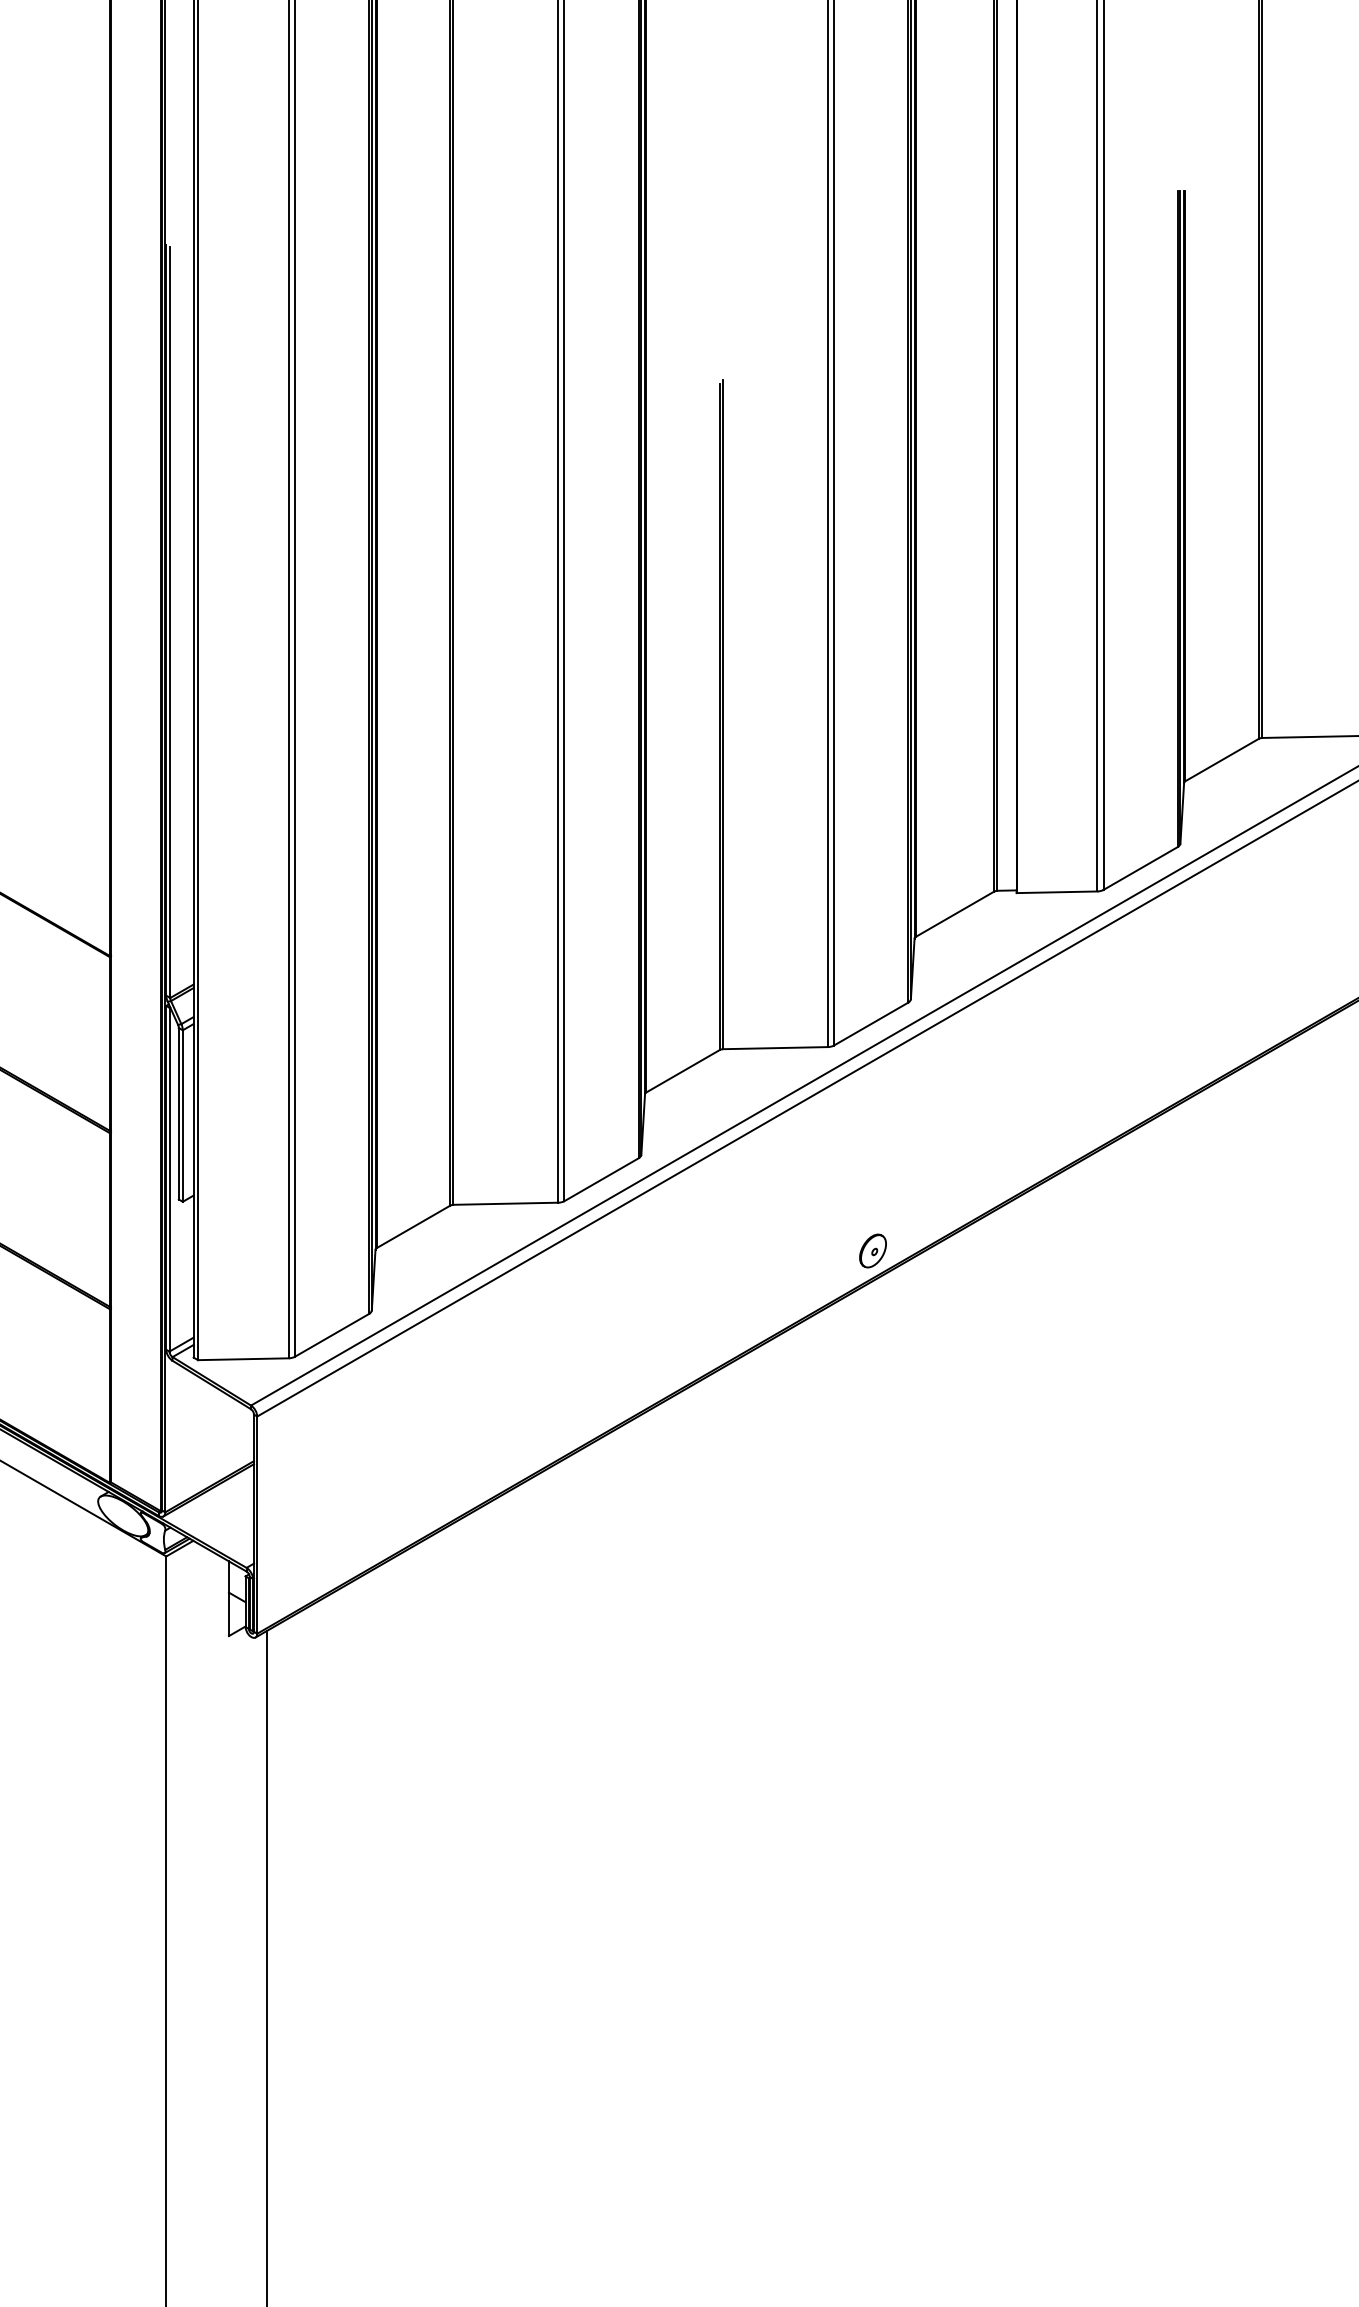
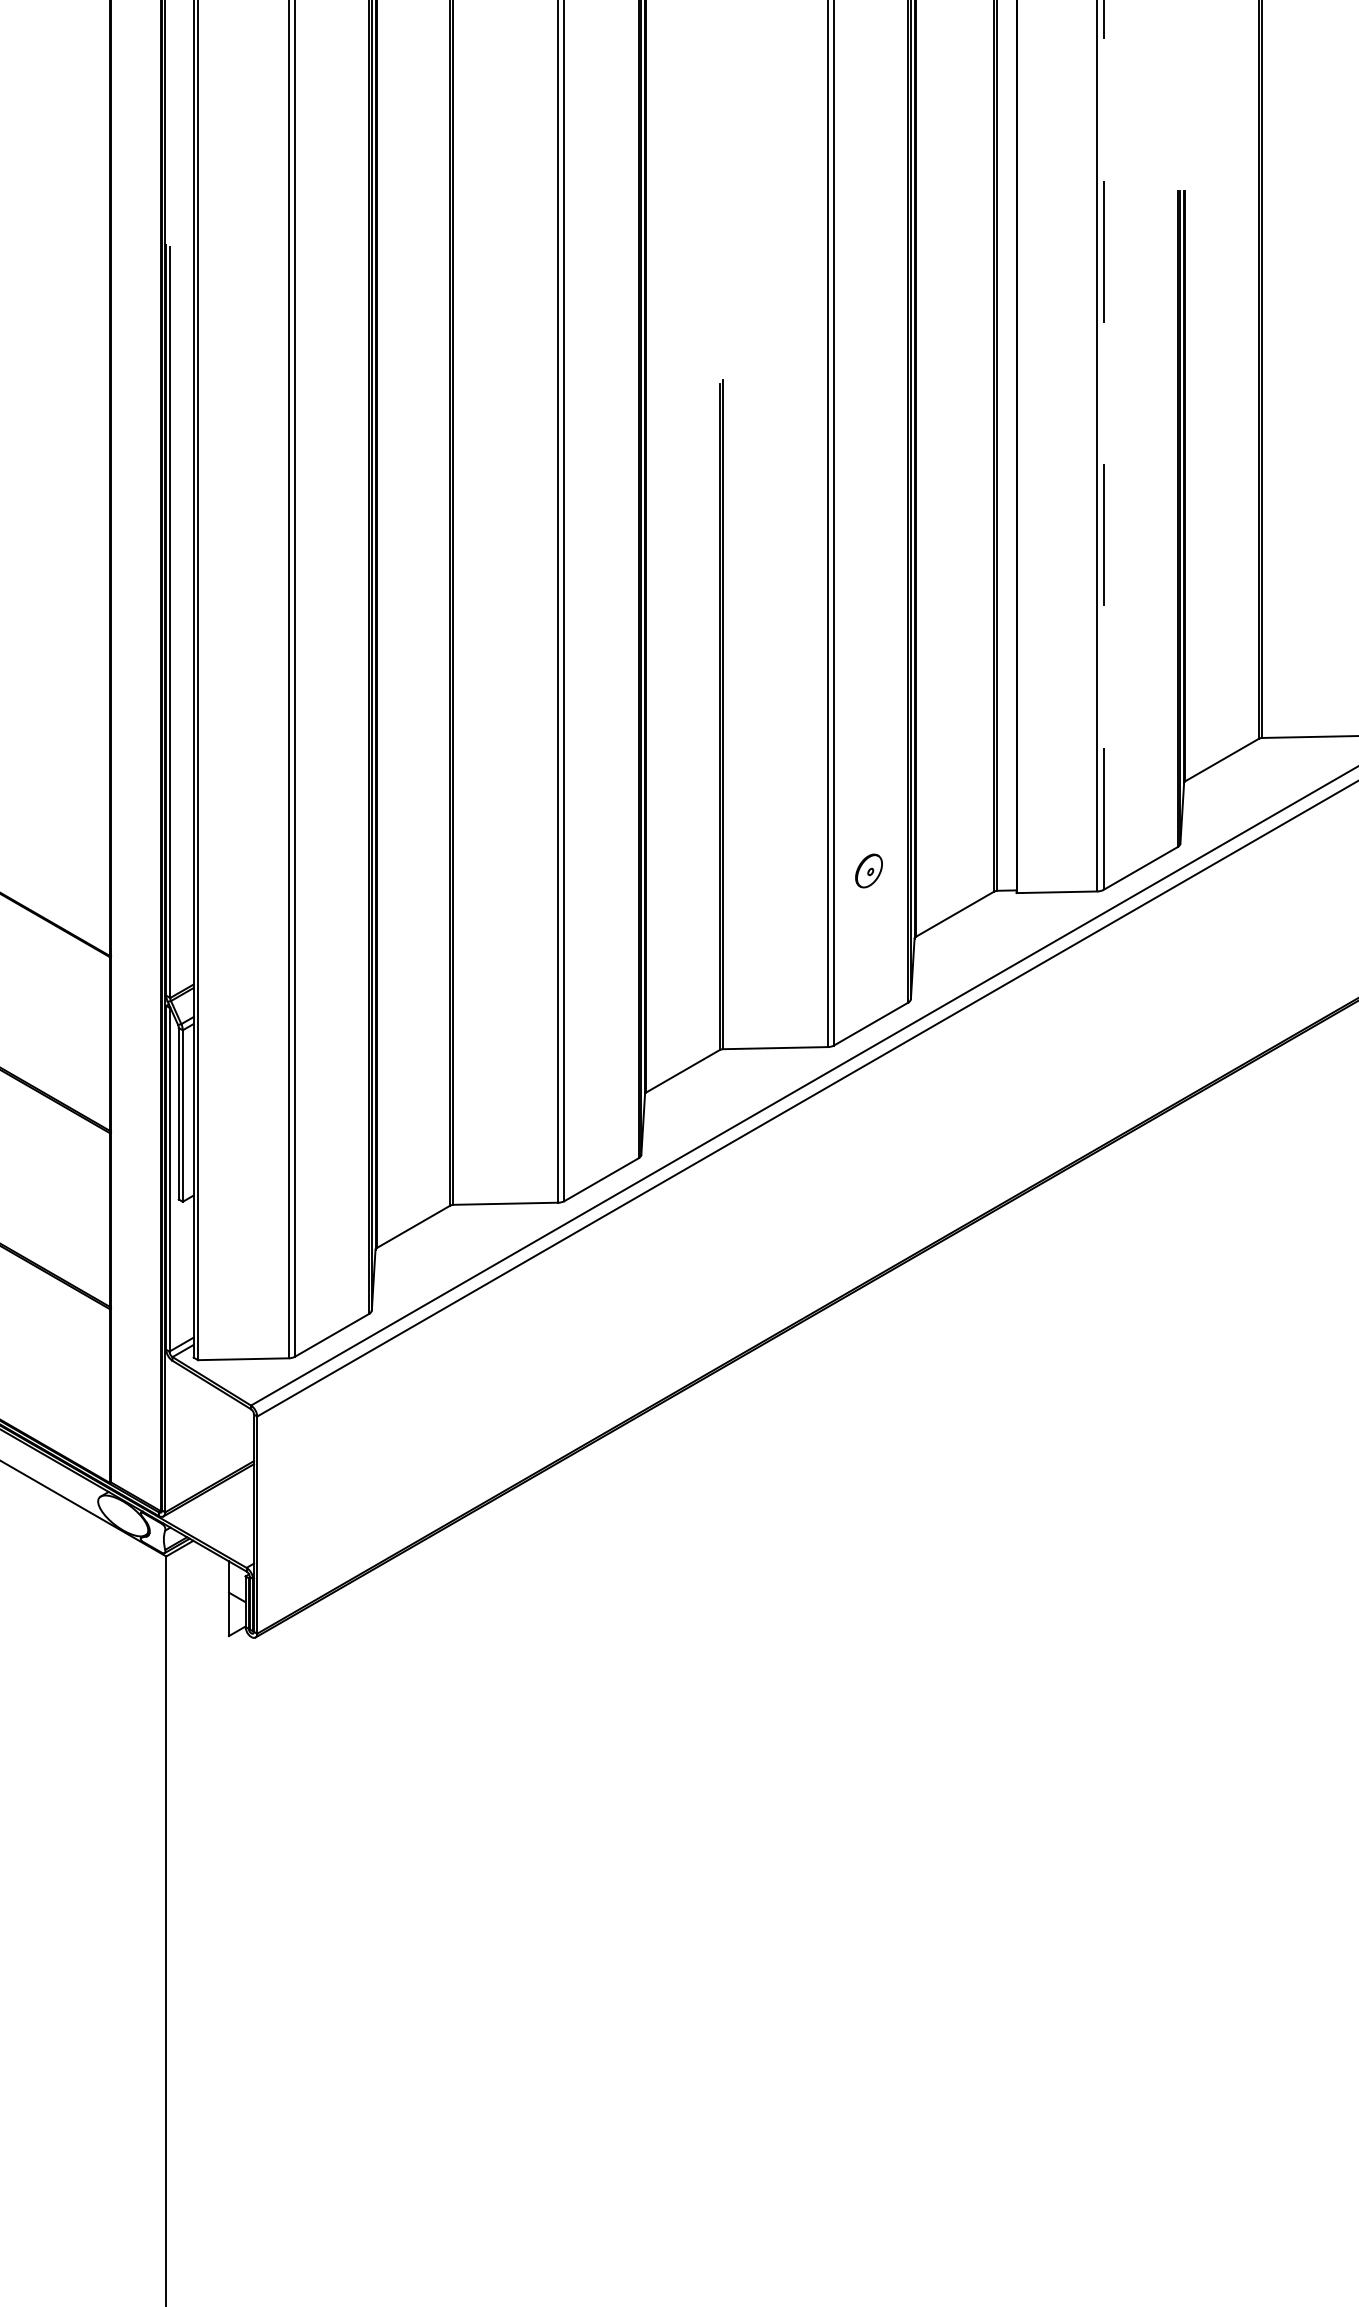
line at (1103, 444): solid -> dashed
part at (872, 1250) position: (872, 1250) -> (868, 870)
line at (266, 1967): present -> none
